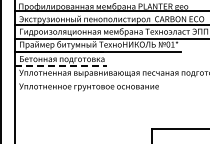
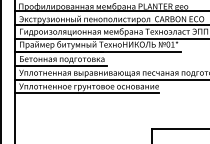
line at (61, 65): dashed -> solid
line at (110, 79): none -> present
line at (87, 93): none -> present
